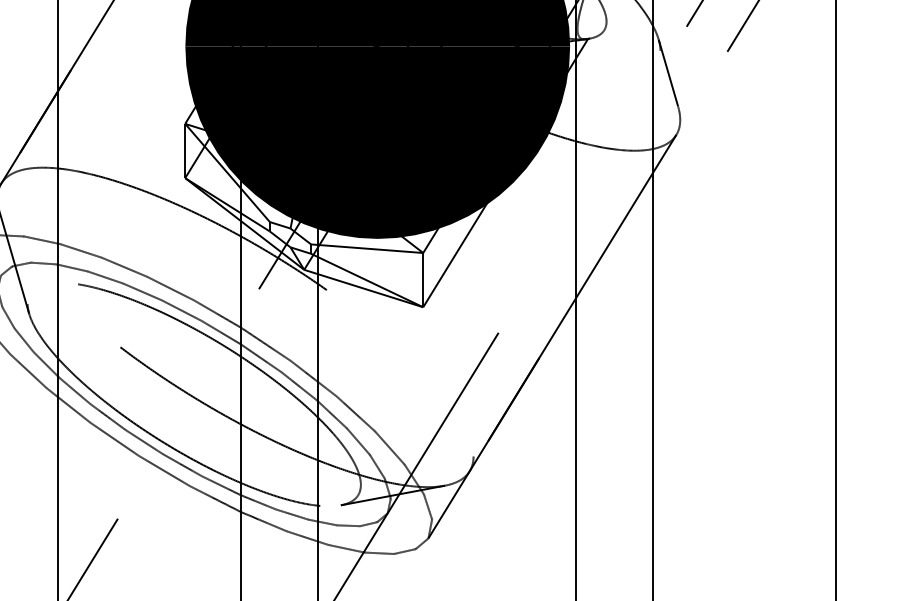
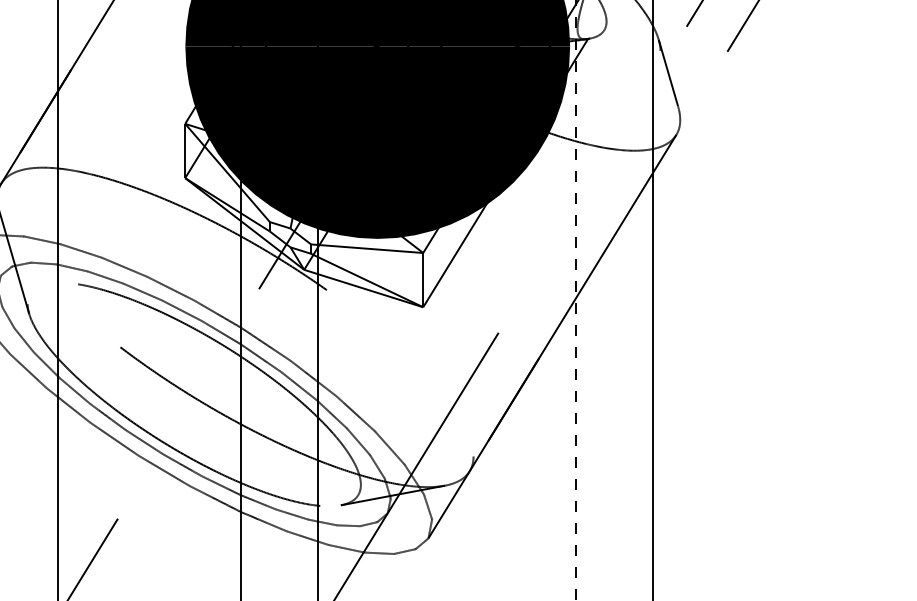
line at (835, 299): present -> none
line at (576, 300): solid -> dashed
